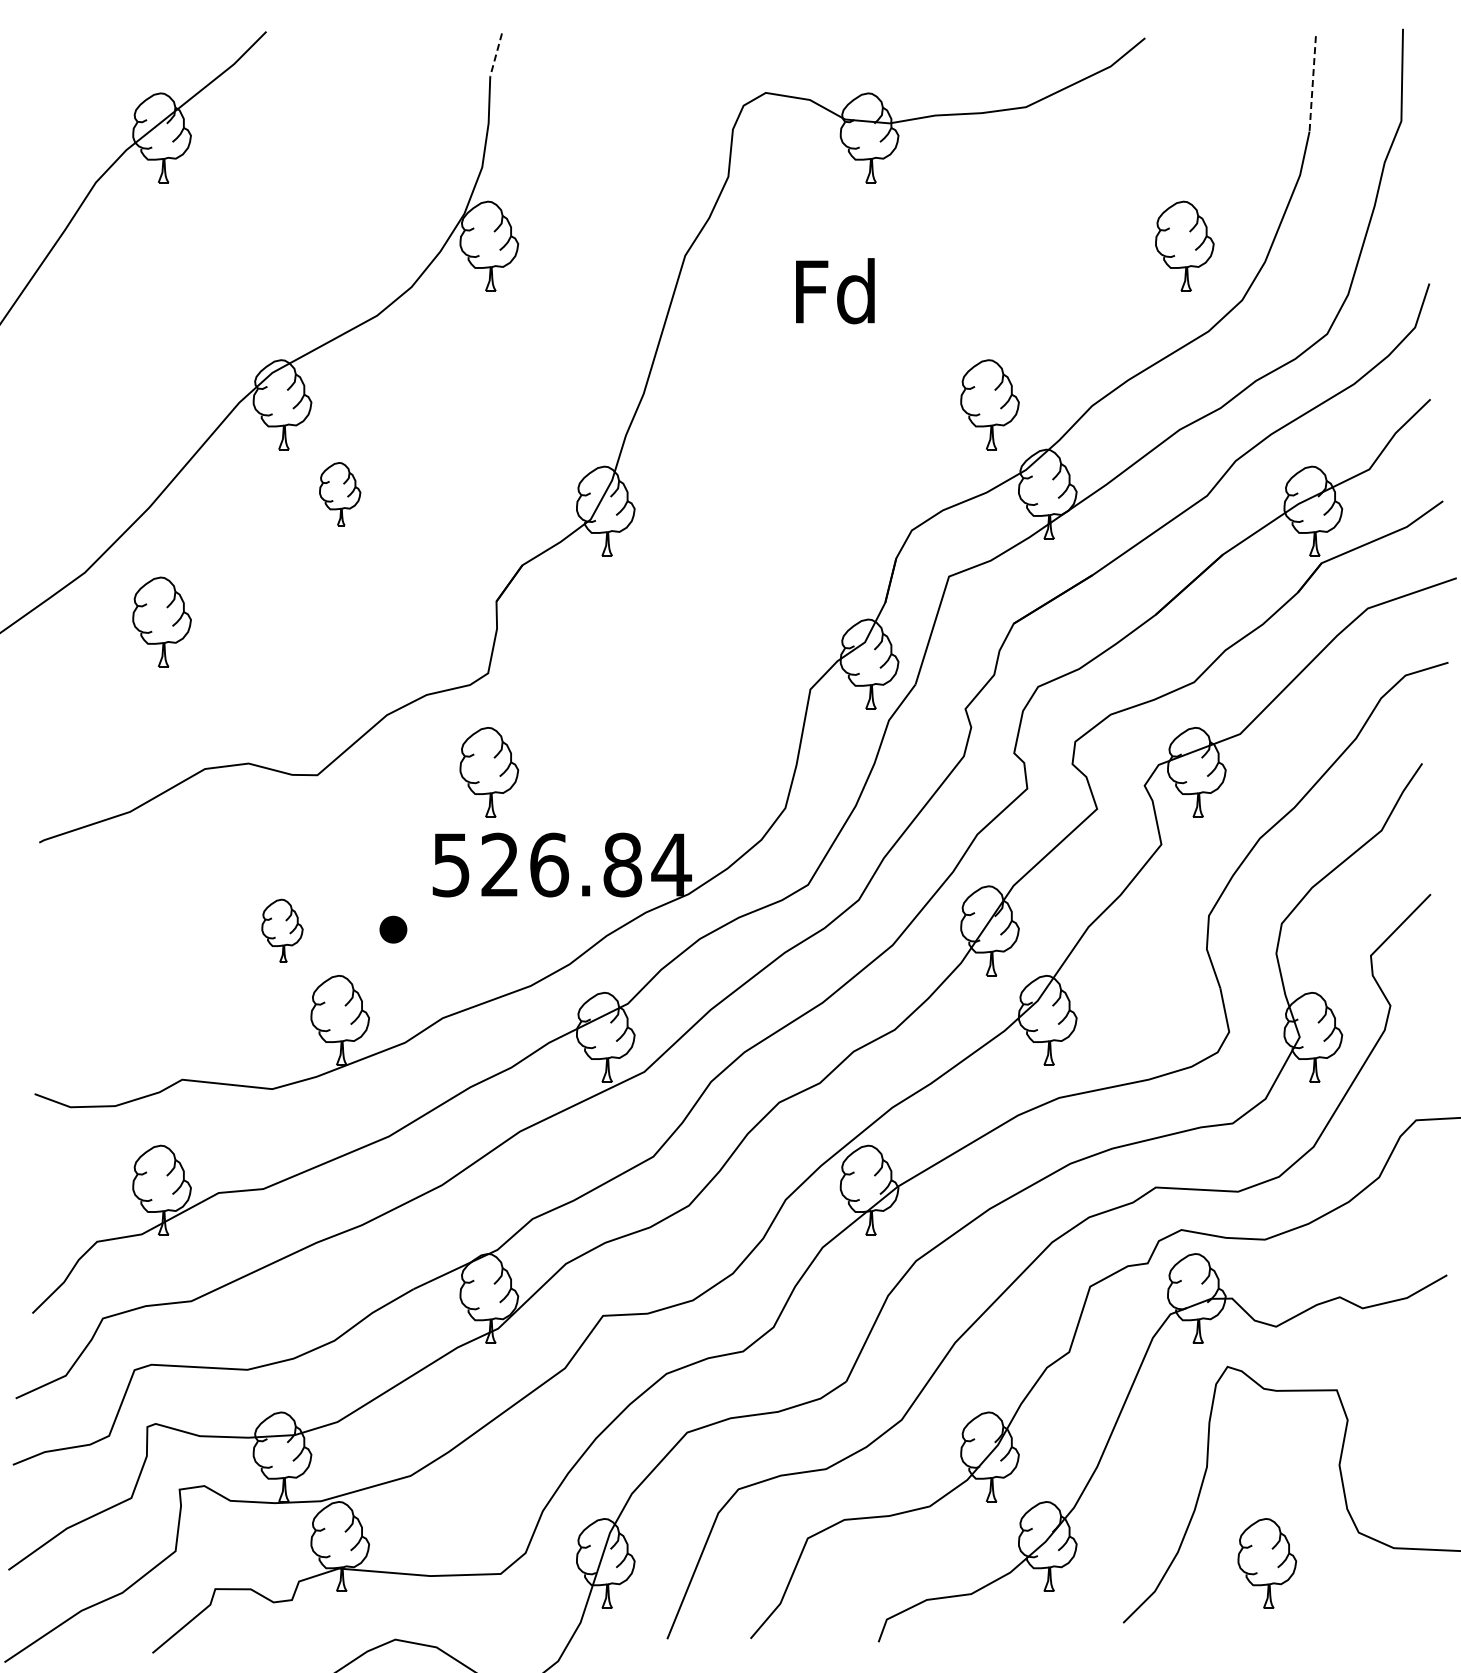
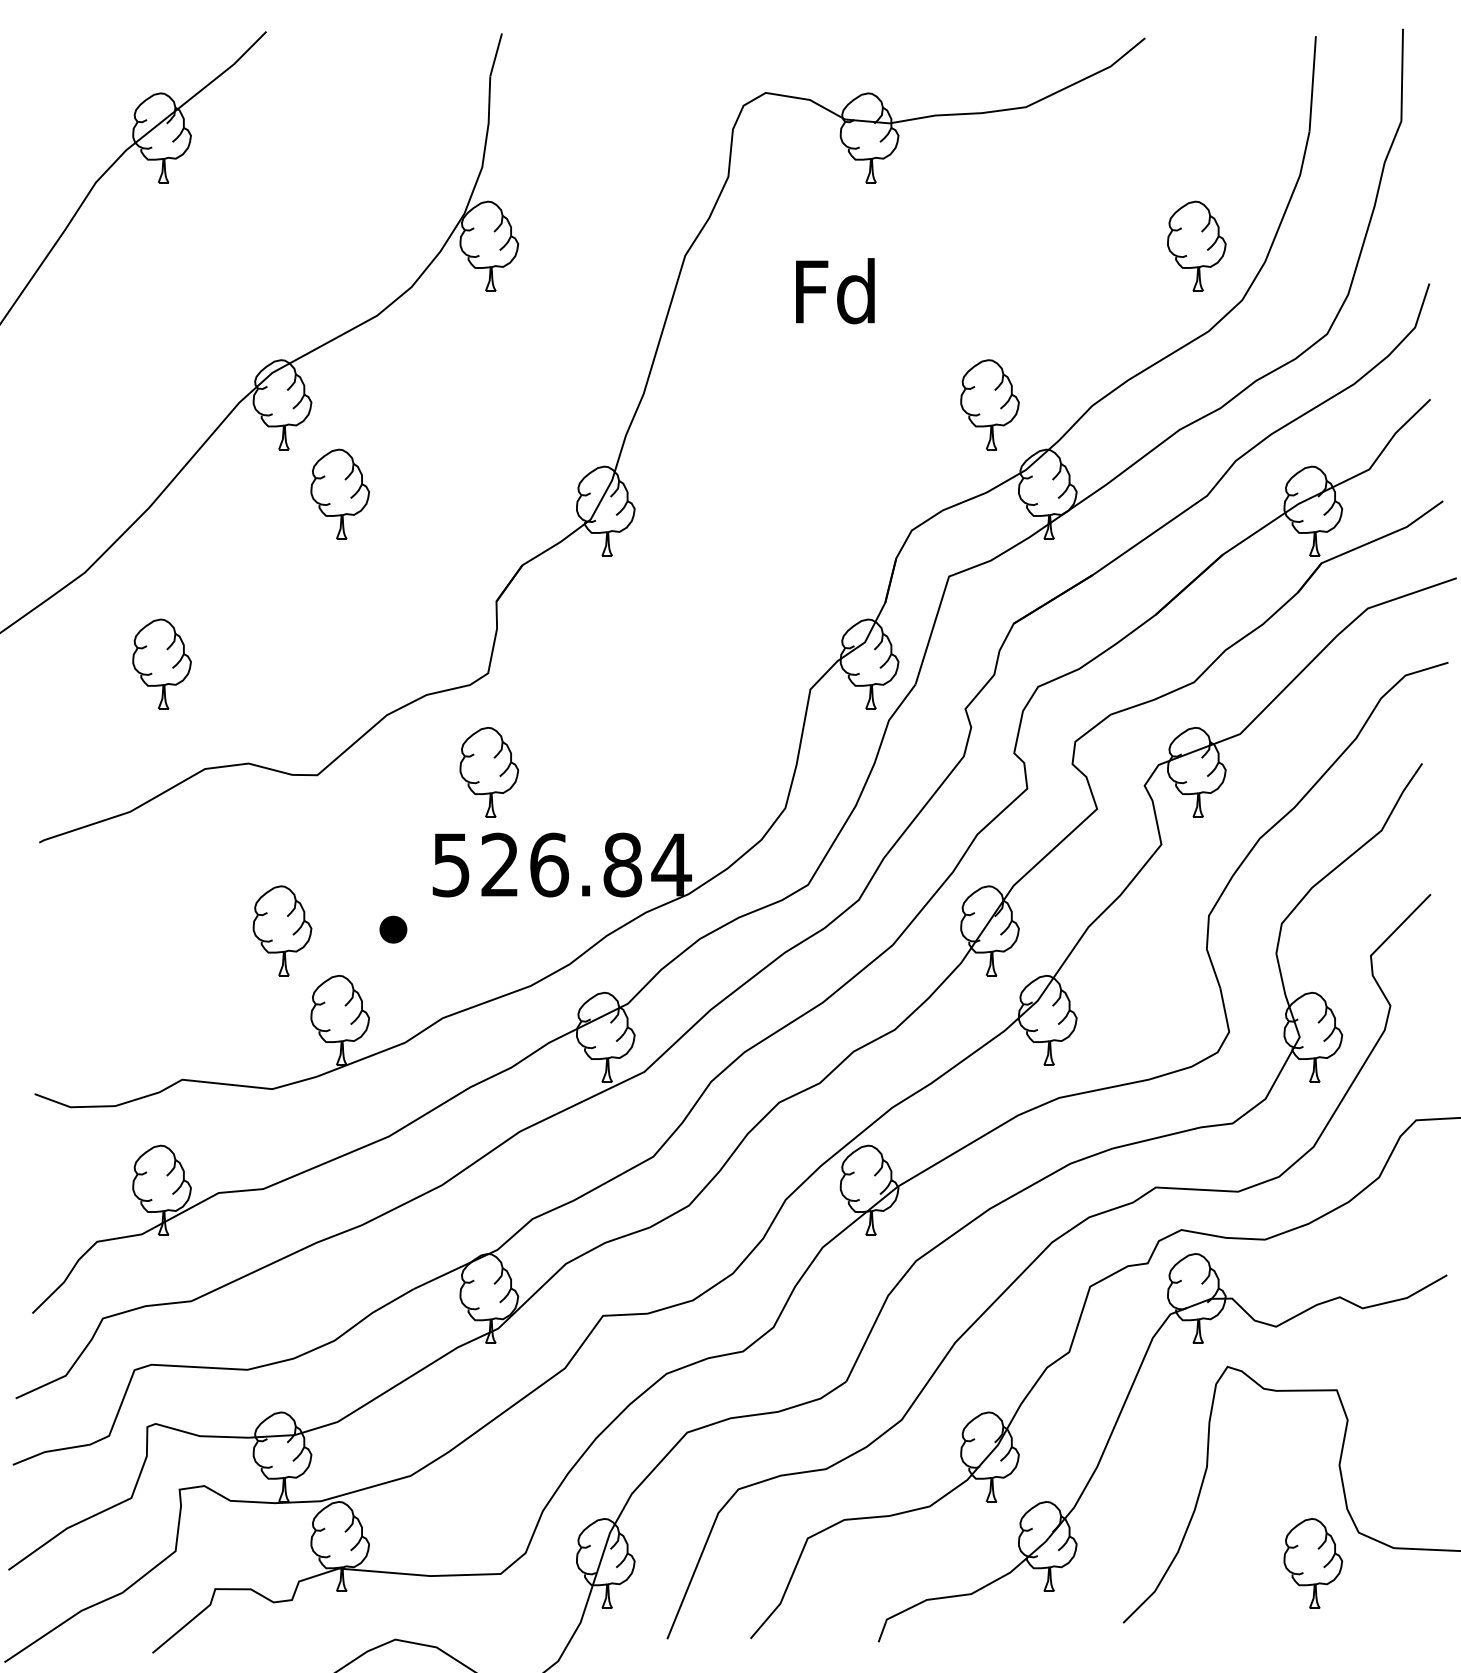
line at (496, 55): dashed -> solid
line at (1312, 83): dashed -> solid
part at (1184, 245) position: (1184, 245) -> (1196, 245)
part at (340, 494) size: 43x65 px -> 60x92 px
part at (161, 621) position: (161, 621) -> (161, 663)
part at (282, 930) size: 43x65 px -> 61x92 px
part at (1267, 1563) position: (1267, 1563) -> (1313, 1563)
